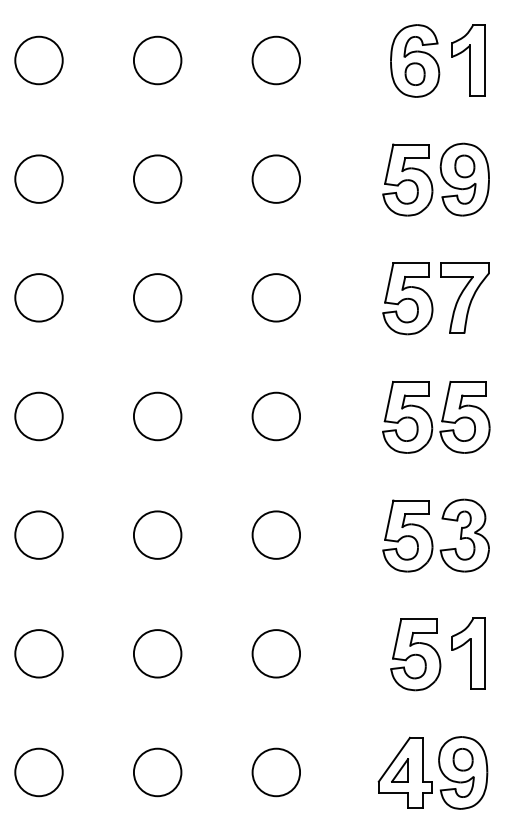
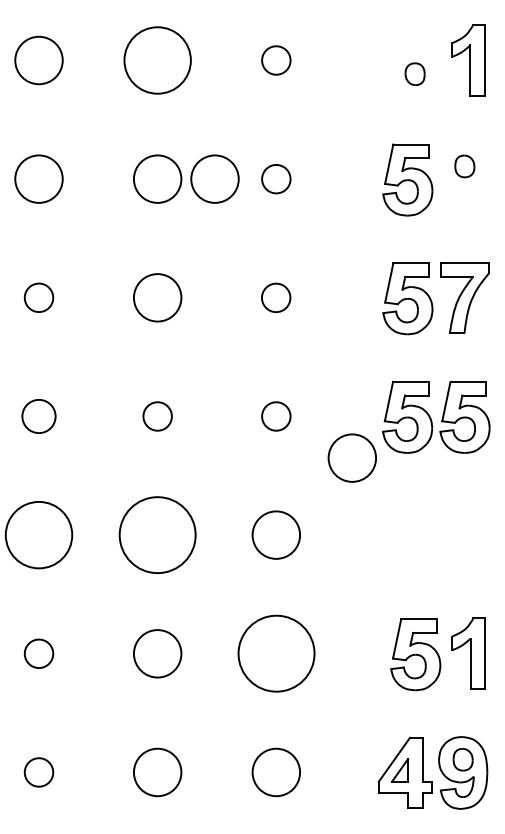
circle at (157, 60) diameter: 47 px -> 66 px
circle at (276, 60) diameter: 47 px -> 28 px
part at (415, 60): present -> none
circle at (214, 178): none -> present
circle at (276, 178) diameter: 47 px -> 28 px
part at (464, 179): present -> none
circle at (38, 297) diameter: 47 px -> 28 px
circle at (275, 297) size: 50x50 px -> 31x31 px
circle at (38, 416) size: 50x51 px -> 36x35 px
circle at (157, 416) diameter: 47 px -> 28 px
circle at (276, 416) diameter: 47 px -> 28 px
circle at (351, 457): none -> present
circle at (38, 534) diameter: 47 px -> 66 px
circle at (157, 534) diameter: 47 px -> 76 px
part at (435, 535): present -> none
circle at (38, 653) diameter: 47 px -> 28 px
circle at (275, 653) size: 50x50 px -> 79x79 px
circle at (38, 772) diameter: 47 px -> 28 px
